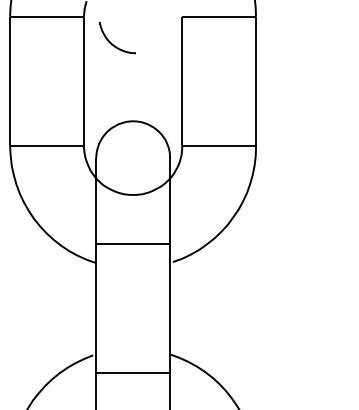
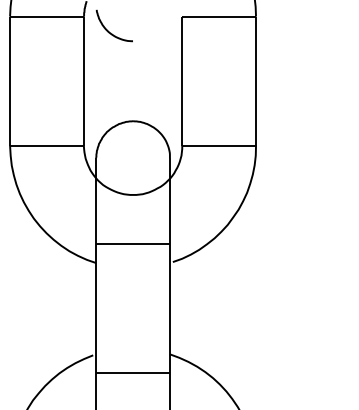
curve at (111, 42) position: (111, 42) -> (108, 30)
